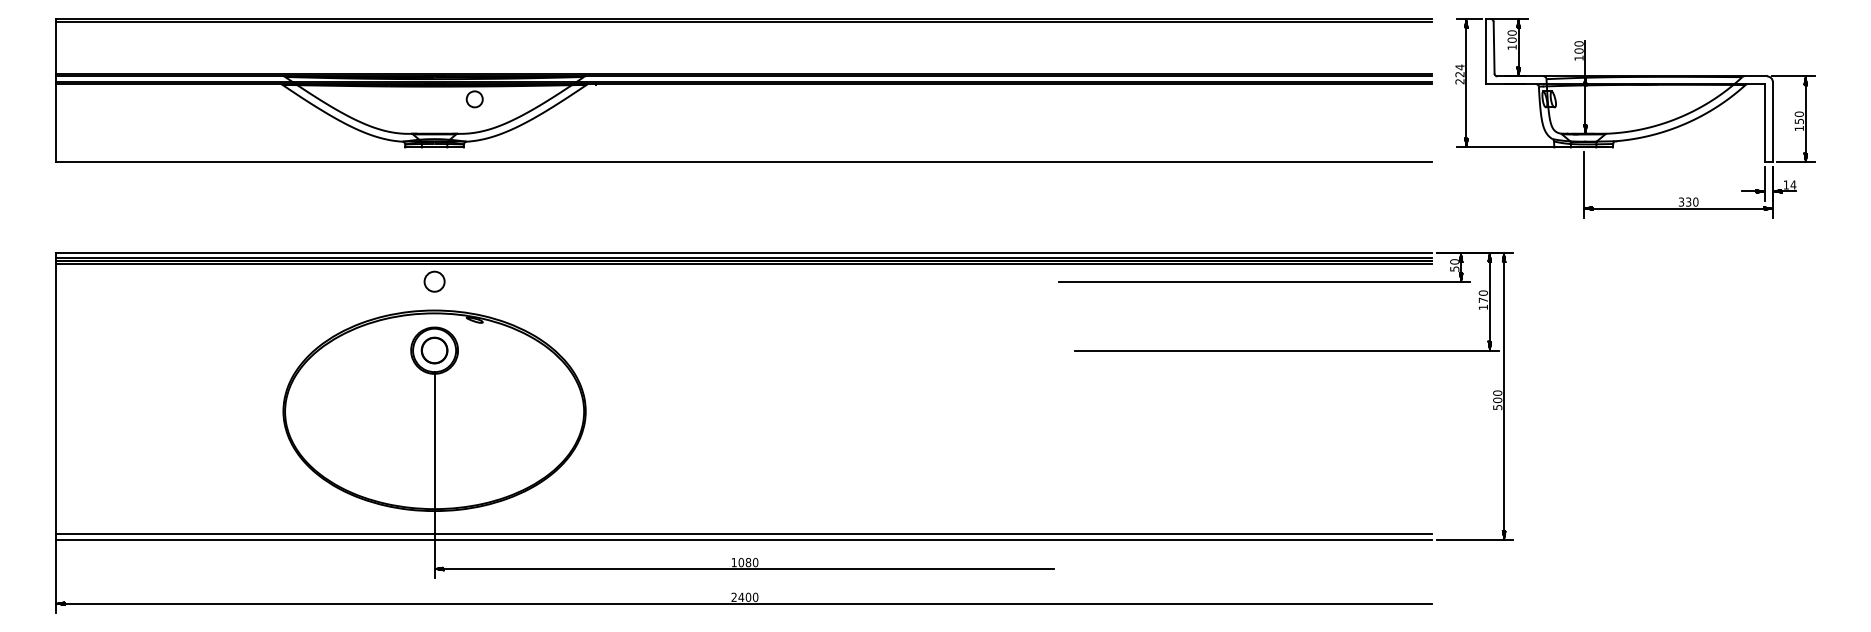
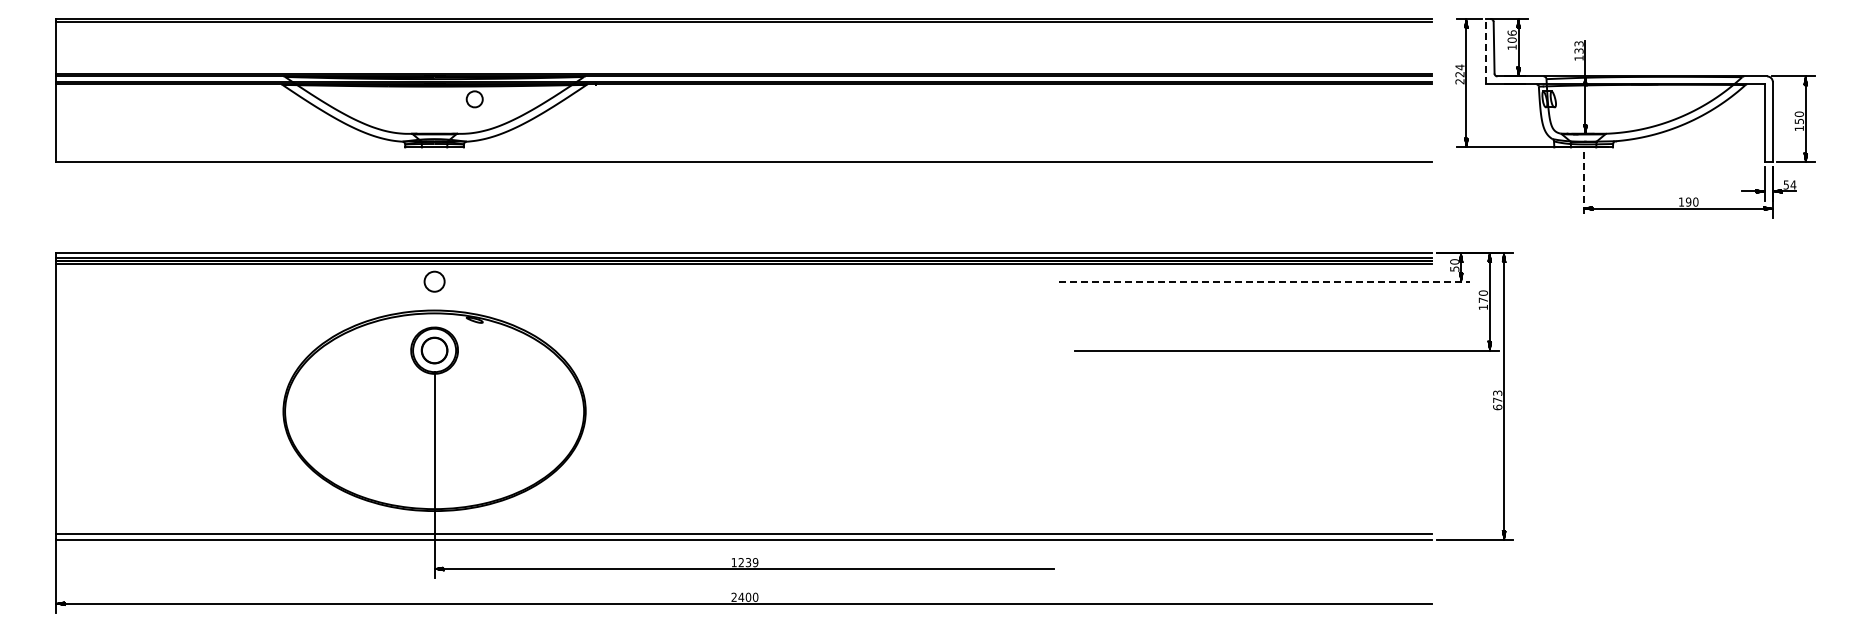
text at (1511, 32): 100 -> 106
text at (1578, 47): 100 -> 133
line at (1486, 51): solid -> dashed
line at (1583, 184): solid -> dashed
text at (1785, 184): 14 -> 54
text at (1684, 201): 330 -> 190
line at (1264, 281): solid -> dashed
text at (1497, 400): 500 -> 673
text at (748, 562): 1080 -> 1239
